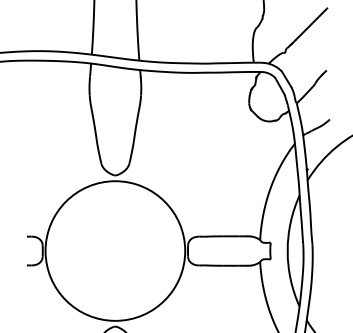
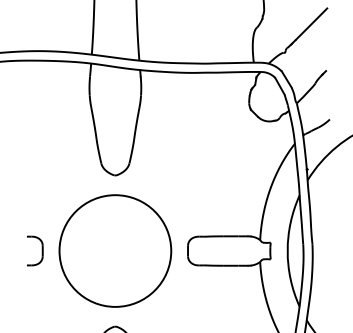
circle at (115, 250) diameter: 140 px -> 112 px
